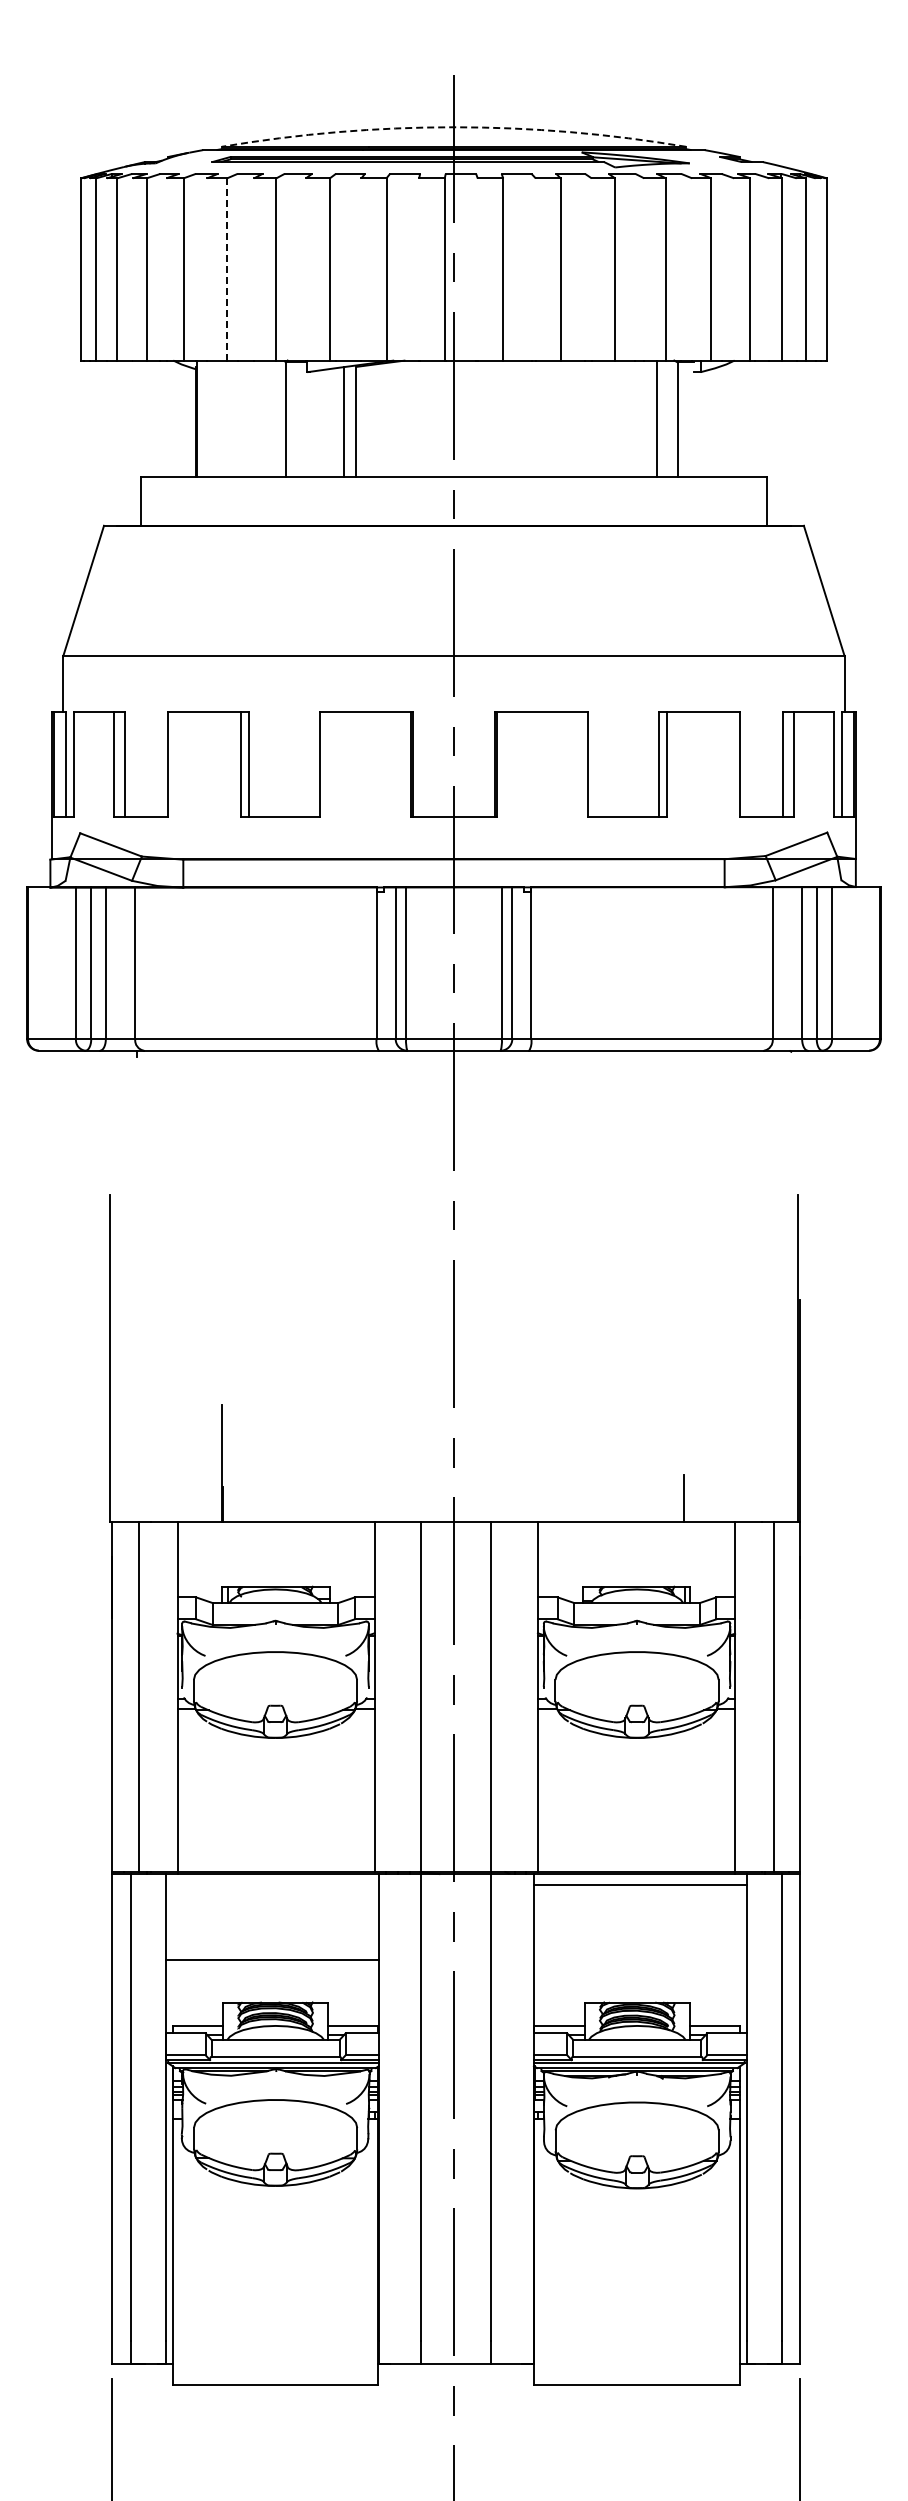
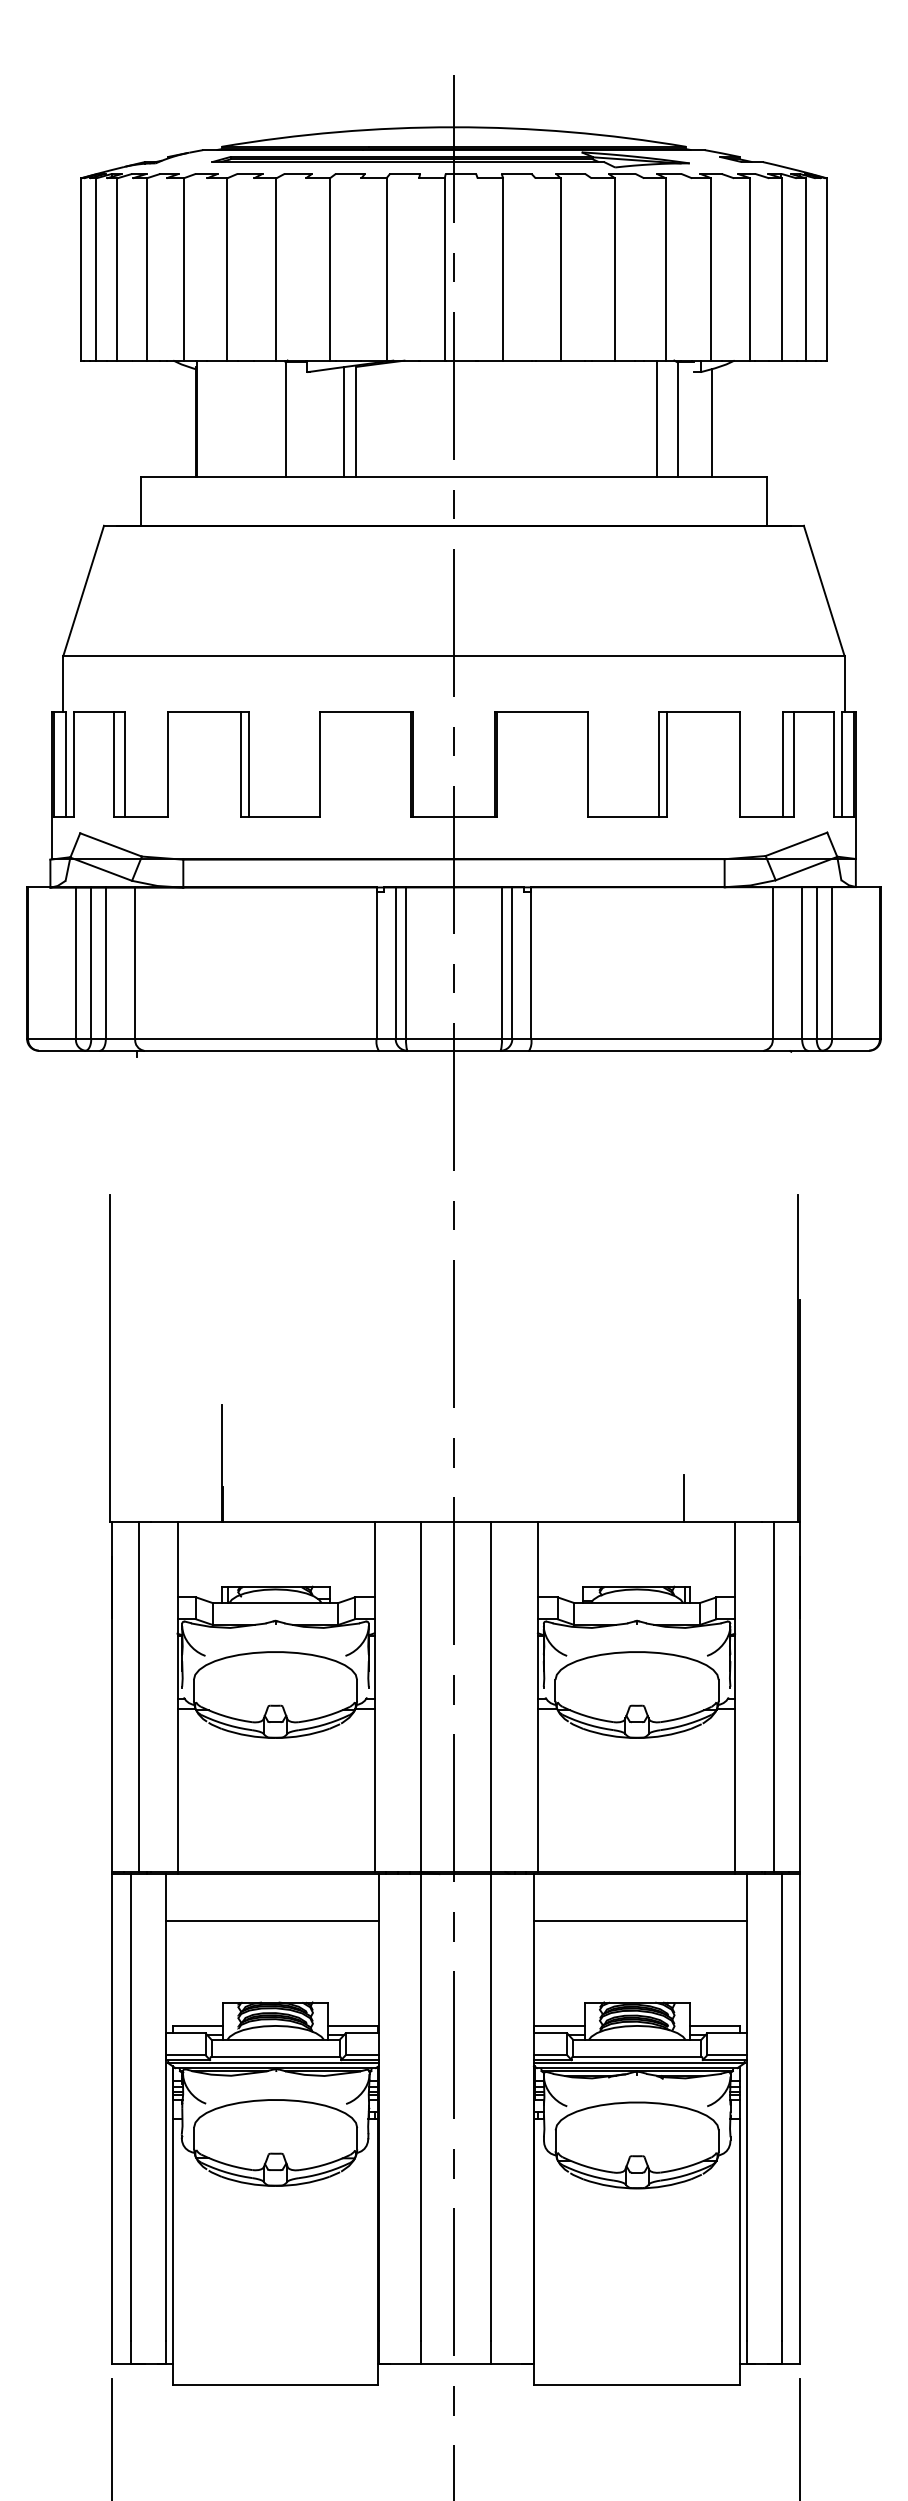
arc at (453, 127): dashed -> solid
line at (227, 269): dashed -> solid
line at (711, 422): none -> present
line at (639, 1884) position: (639, 1884) -> (639, 1920)
line at (271, 1959) position: (271, 1959) -> (271, 1920)
